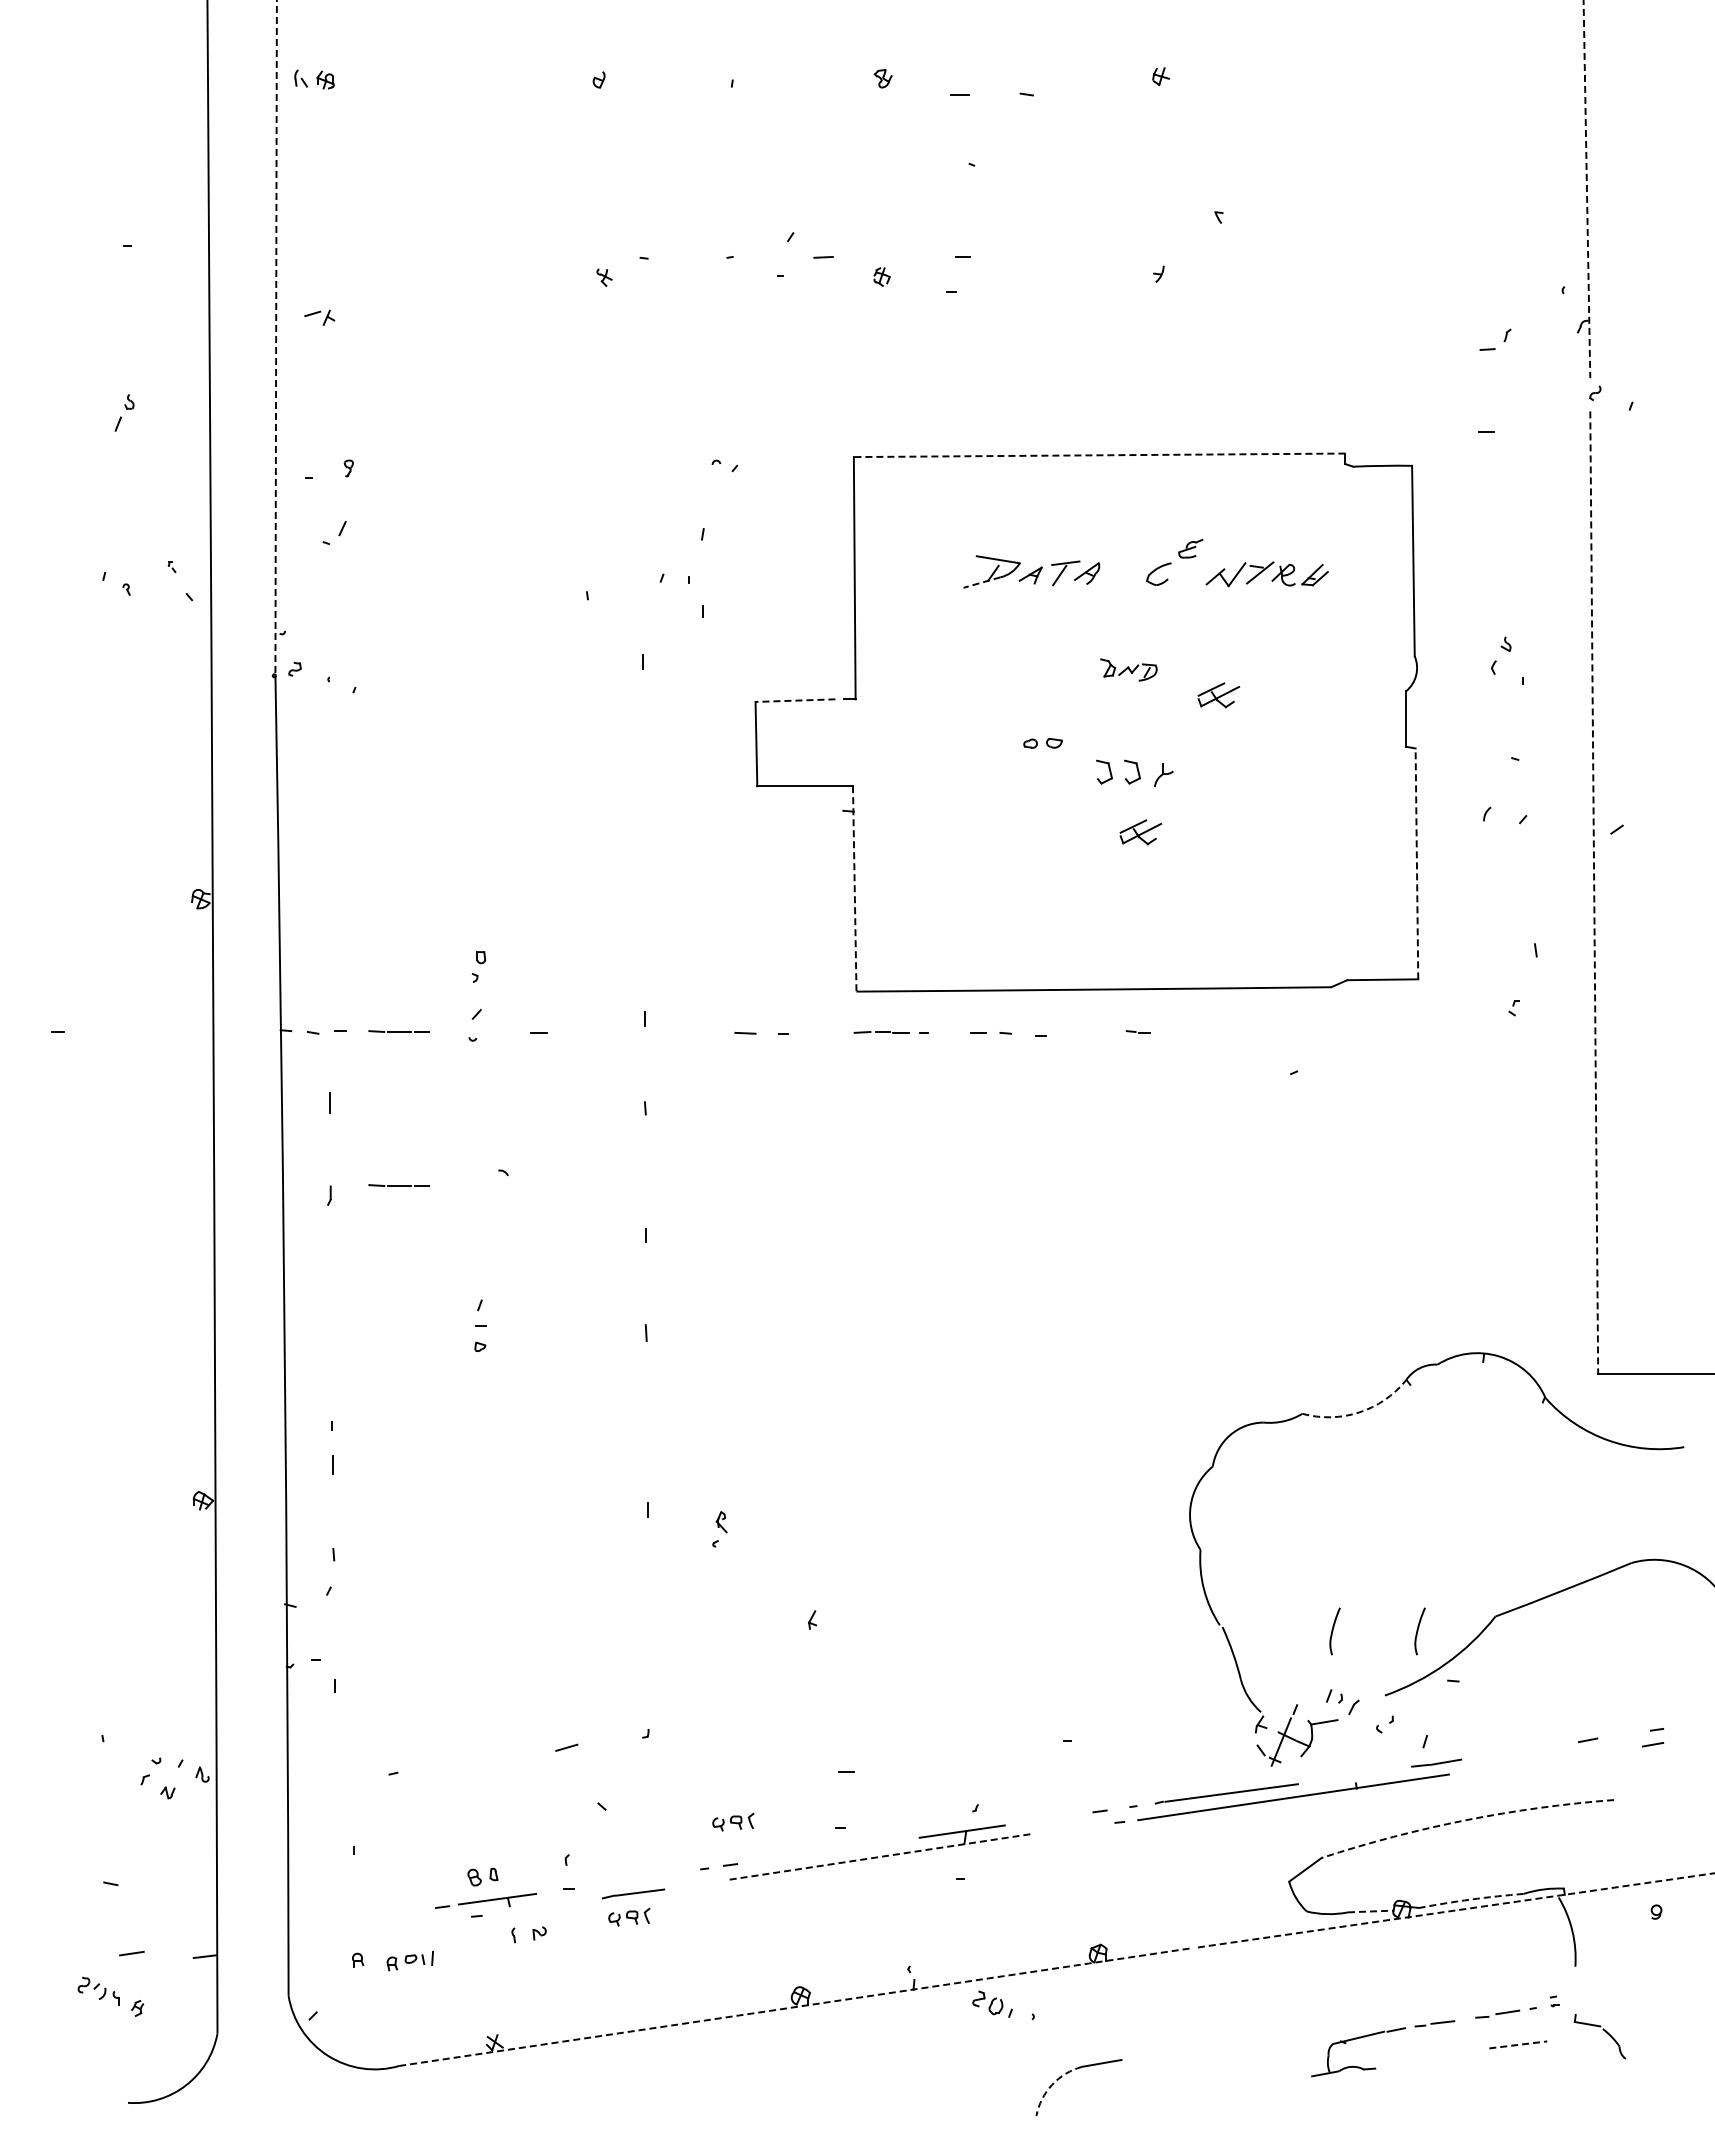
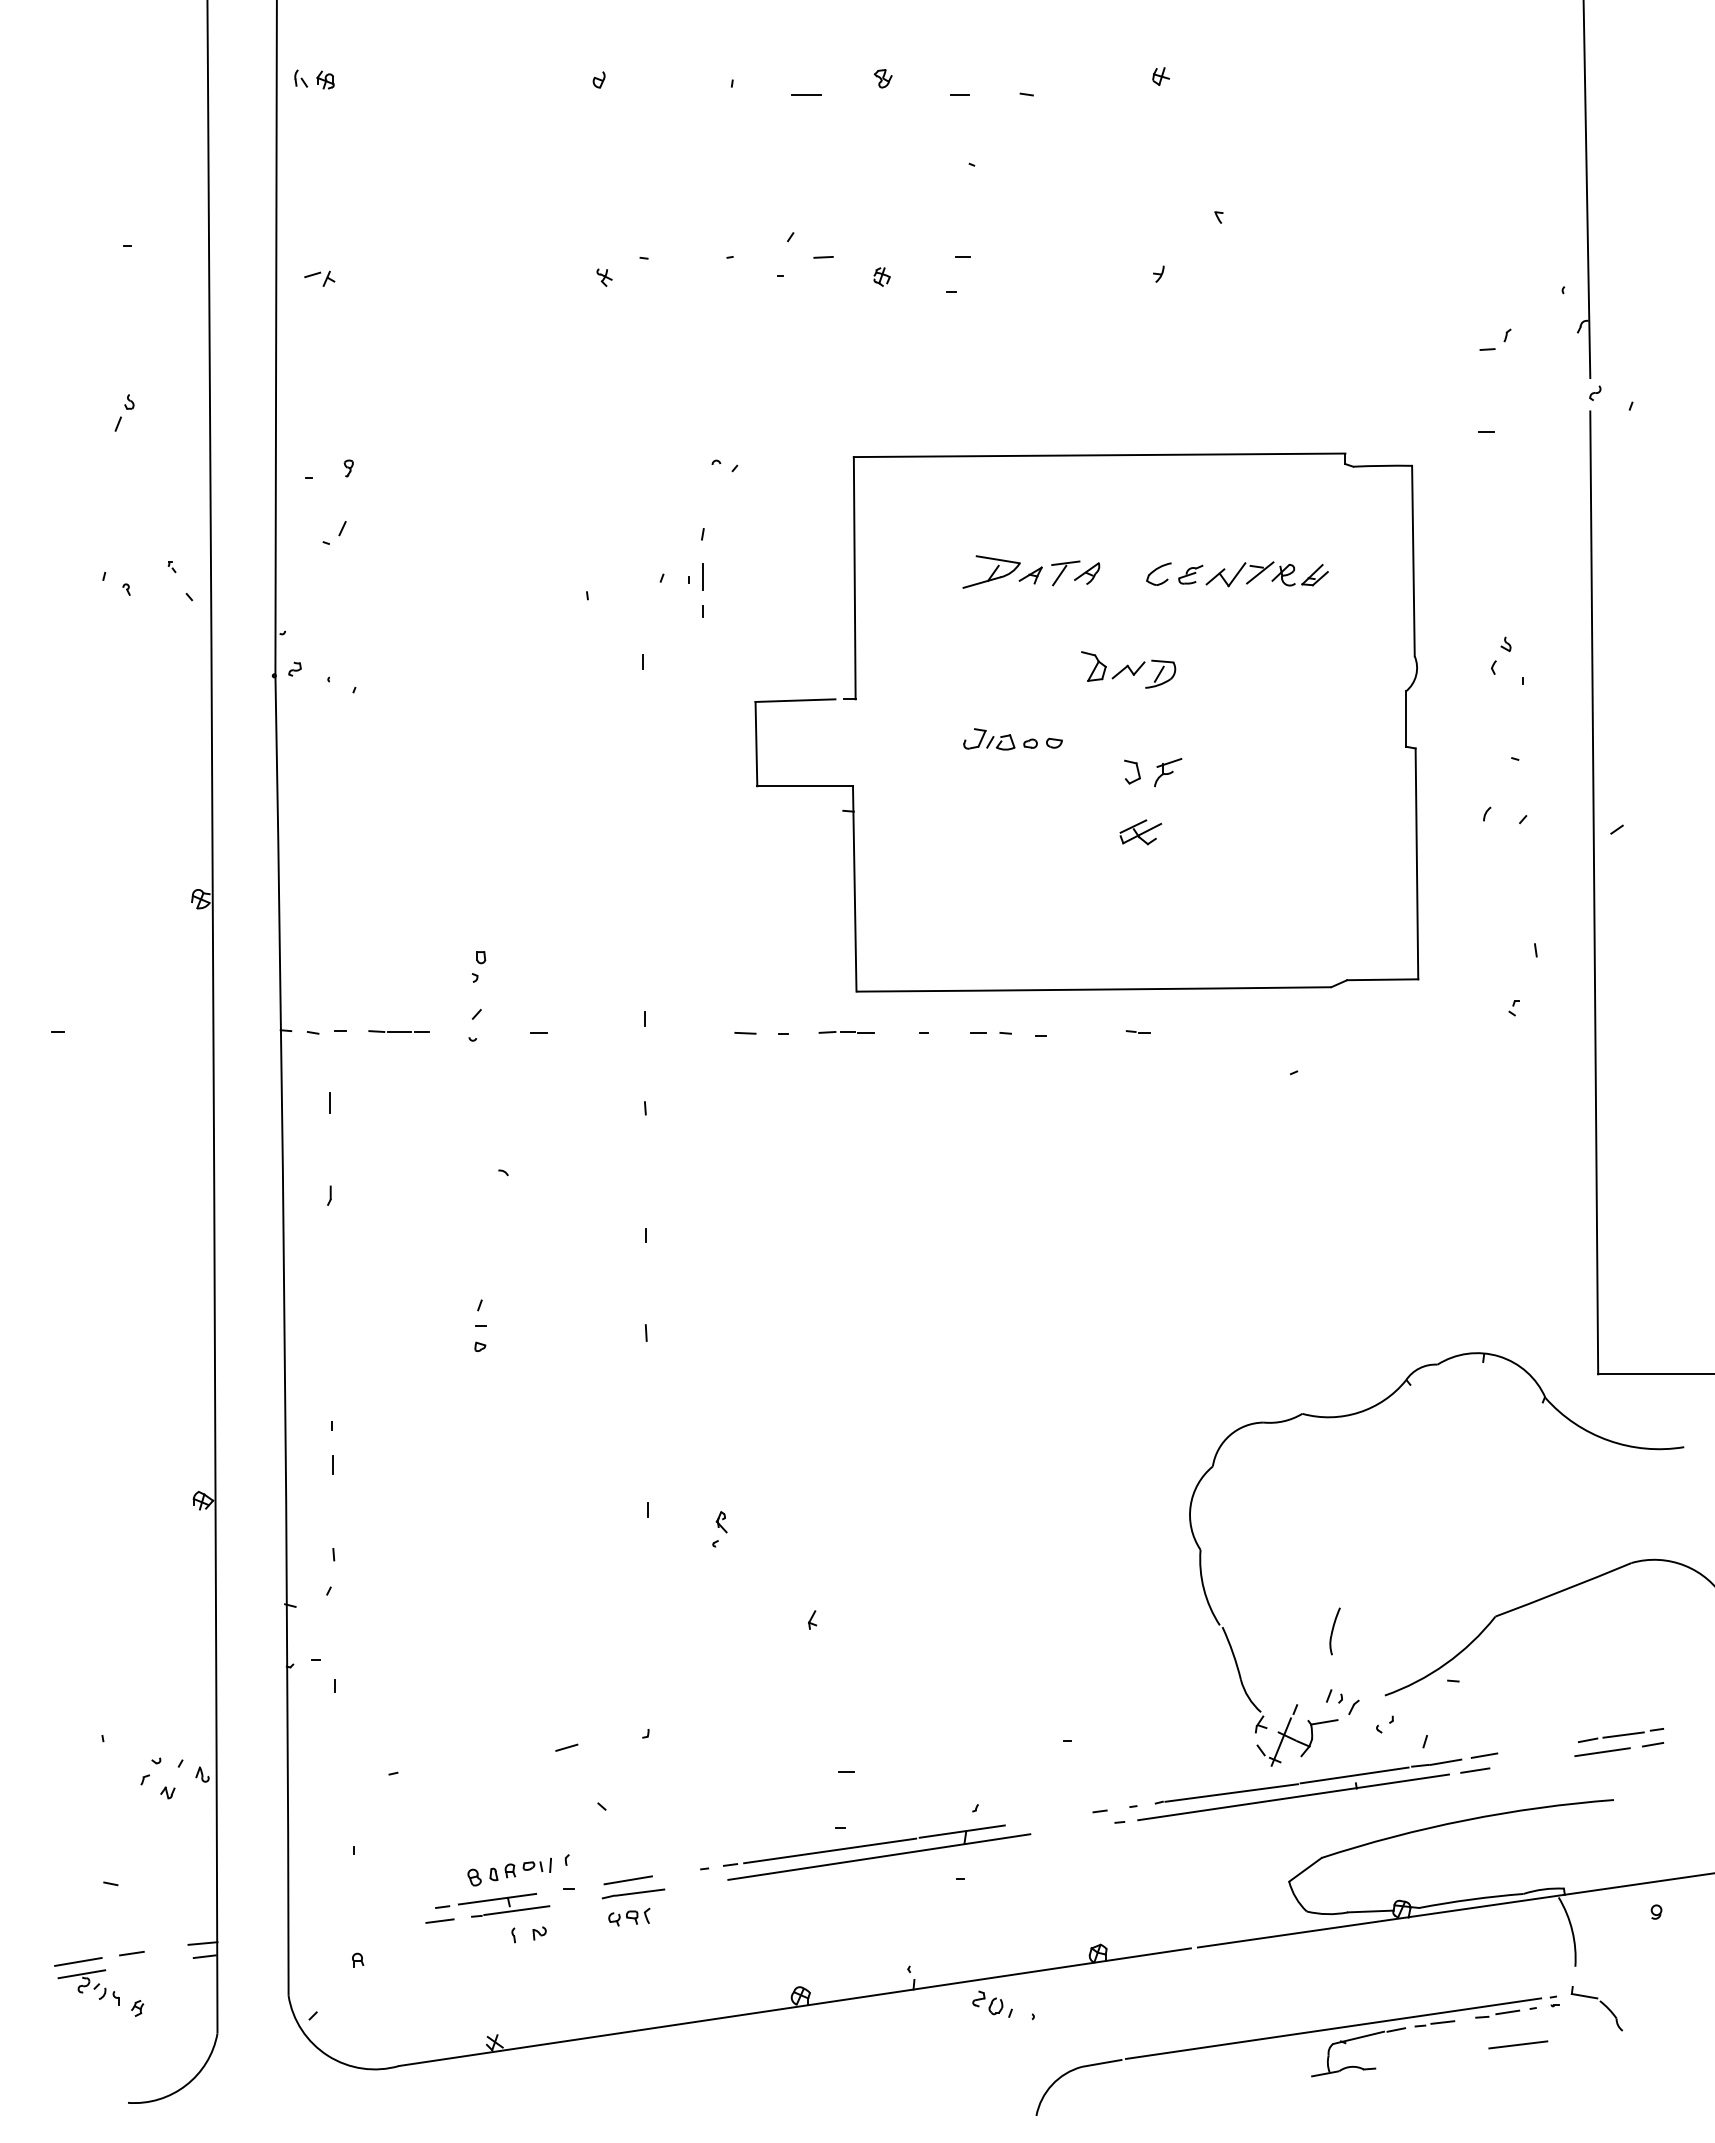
line at (806, 95): none -> present
line at (1586, 189): dashed -> solid
part at (319, 317) position: (319, 317) -> (319, 278)
line at (276, 337): dashed -> solid
line at (1099, 455): dashed -> solid
part at (1190, 548) position: (1190, 548) -> (1190, 574)
line at (702, 577): none -> present
line at (981, 582): dashed -> solid
part at (1128, 669) size: 58x24 px -> 96x38 px
part at (1218, 695): present -> none
line at (795, 700): dashed -> solid
part at (989, 739): none -> present
line at (1169, 762): none -> present
part at (1104, 771): present -> none
line at (1416, 863): dashed -> solid
line at (854, 888): dashed -> solid
line at (1594, 893): dashed -> solid
line at (881, 1032) position: (881, 1032) -> (846, 1032)
line at (398, 1185): present -> none
arc at (1359, 1412): dashed -> solid
part at (1419, 1631): present -> none
line at (1623, 1734): none -> present
line at (1602, 1752): none -> present
line at (1484, 1755): none -> present
line at (1475, 1770): none -> present
line at (1354, 1775): none -> present
arc at (1466, 1820): dashed -> solid
part at (733, 1821): present -> none
line at (830, 1850): none -> present
line at (879, 1857): dashed -> solid
line at (627, 1880): none -> present
arc at (1471, 1899): dashed -> solid
line at (516, 1910): none -> present
line at (1456, 1910): dashed -> solid
line at (1370, 1911): dashed -> solid
line at (439, 1920): none -> present
line at (202, 1943): none -> present
part at (409, 1960) position: (409, 1960) -> (527, 1867)
line at (78, 1961): none -> present
line at (81, 1974): none -> present
line at (795, 2007): dashed -> solid
line at (1333, 2028): none -> present
part at (1604, 2031) position: (1604, 2031) -> (1601, 2003)
line at (1518, 2044): dashed -> solid
arc at (1052, 2084): dashed -> solid
